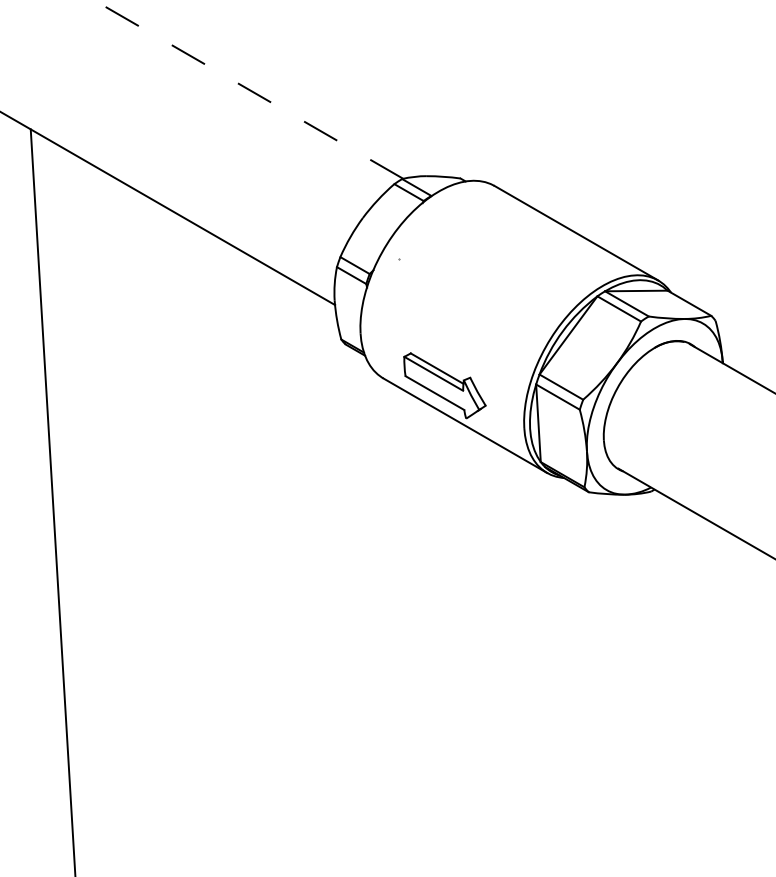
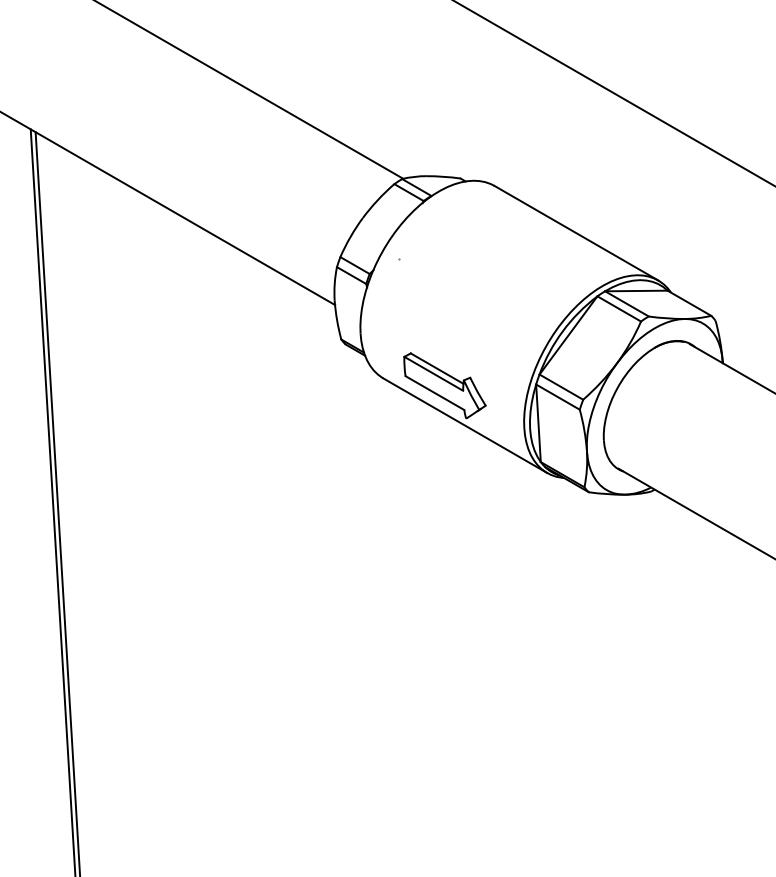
line at (248, 89): dashed -> solid
line at (613, 93): none -> present
line at (57, 502): none -> present
